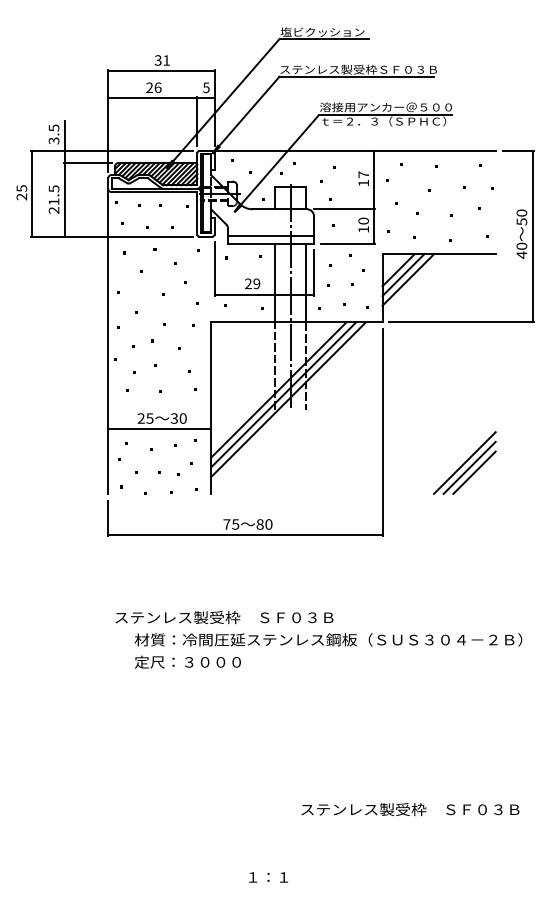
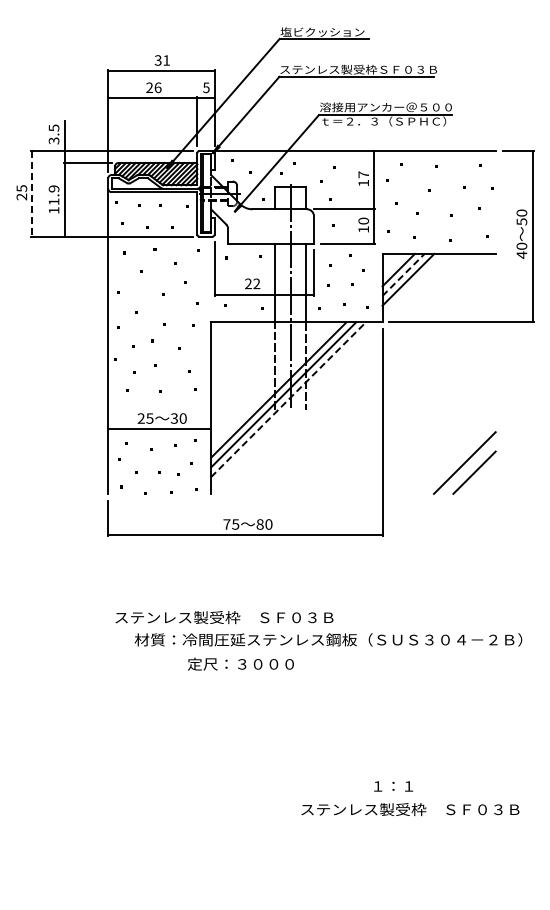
line at (32, 193): solid -> dashed
text at (53, 199): 21.5 -> 11.9
line at (270, 235): present -> none
line at (403, 274): solid -> dashed
text at (256, 284): 29 -> 22
line at (288, 399): solid -> dashed
line at (469, 467): present -> none
text at (187, 661) position: (187, 661) -> (240, 663)
text at (268, 877) position: (268, 877) -> (393, 786)
